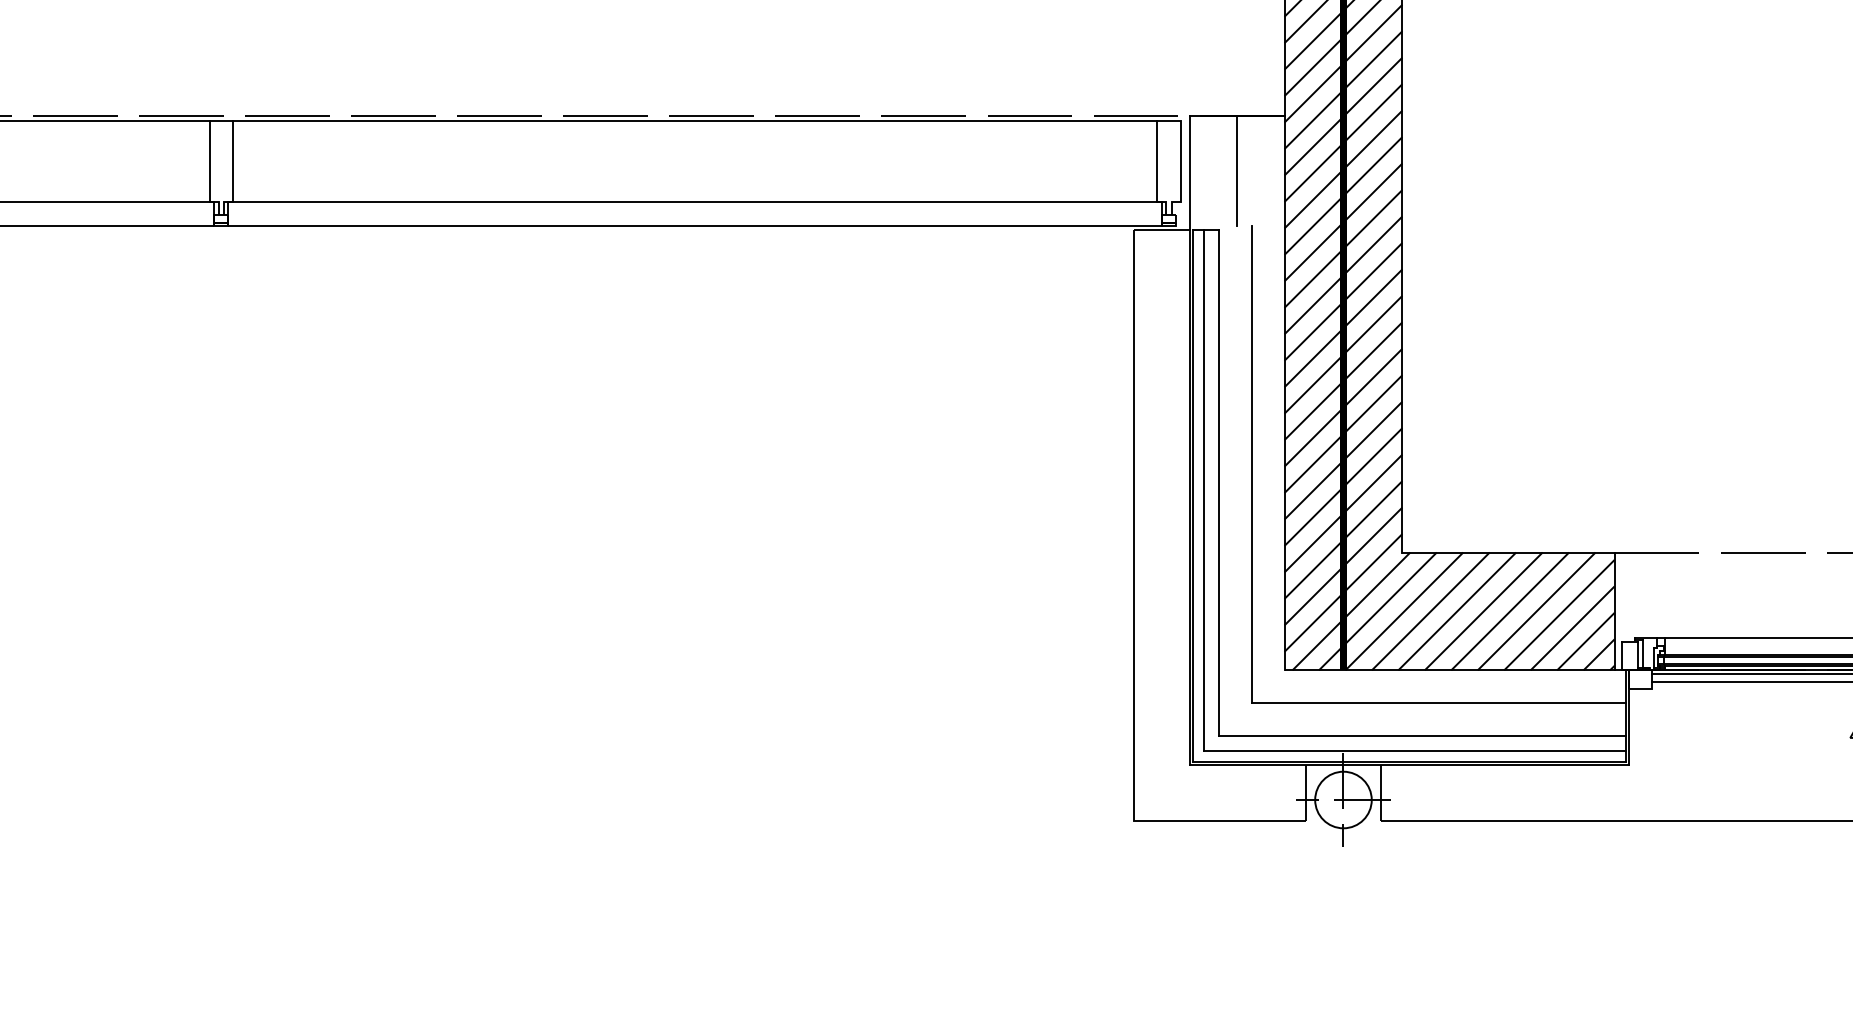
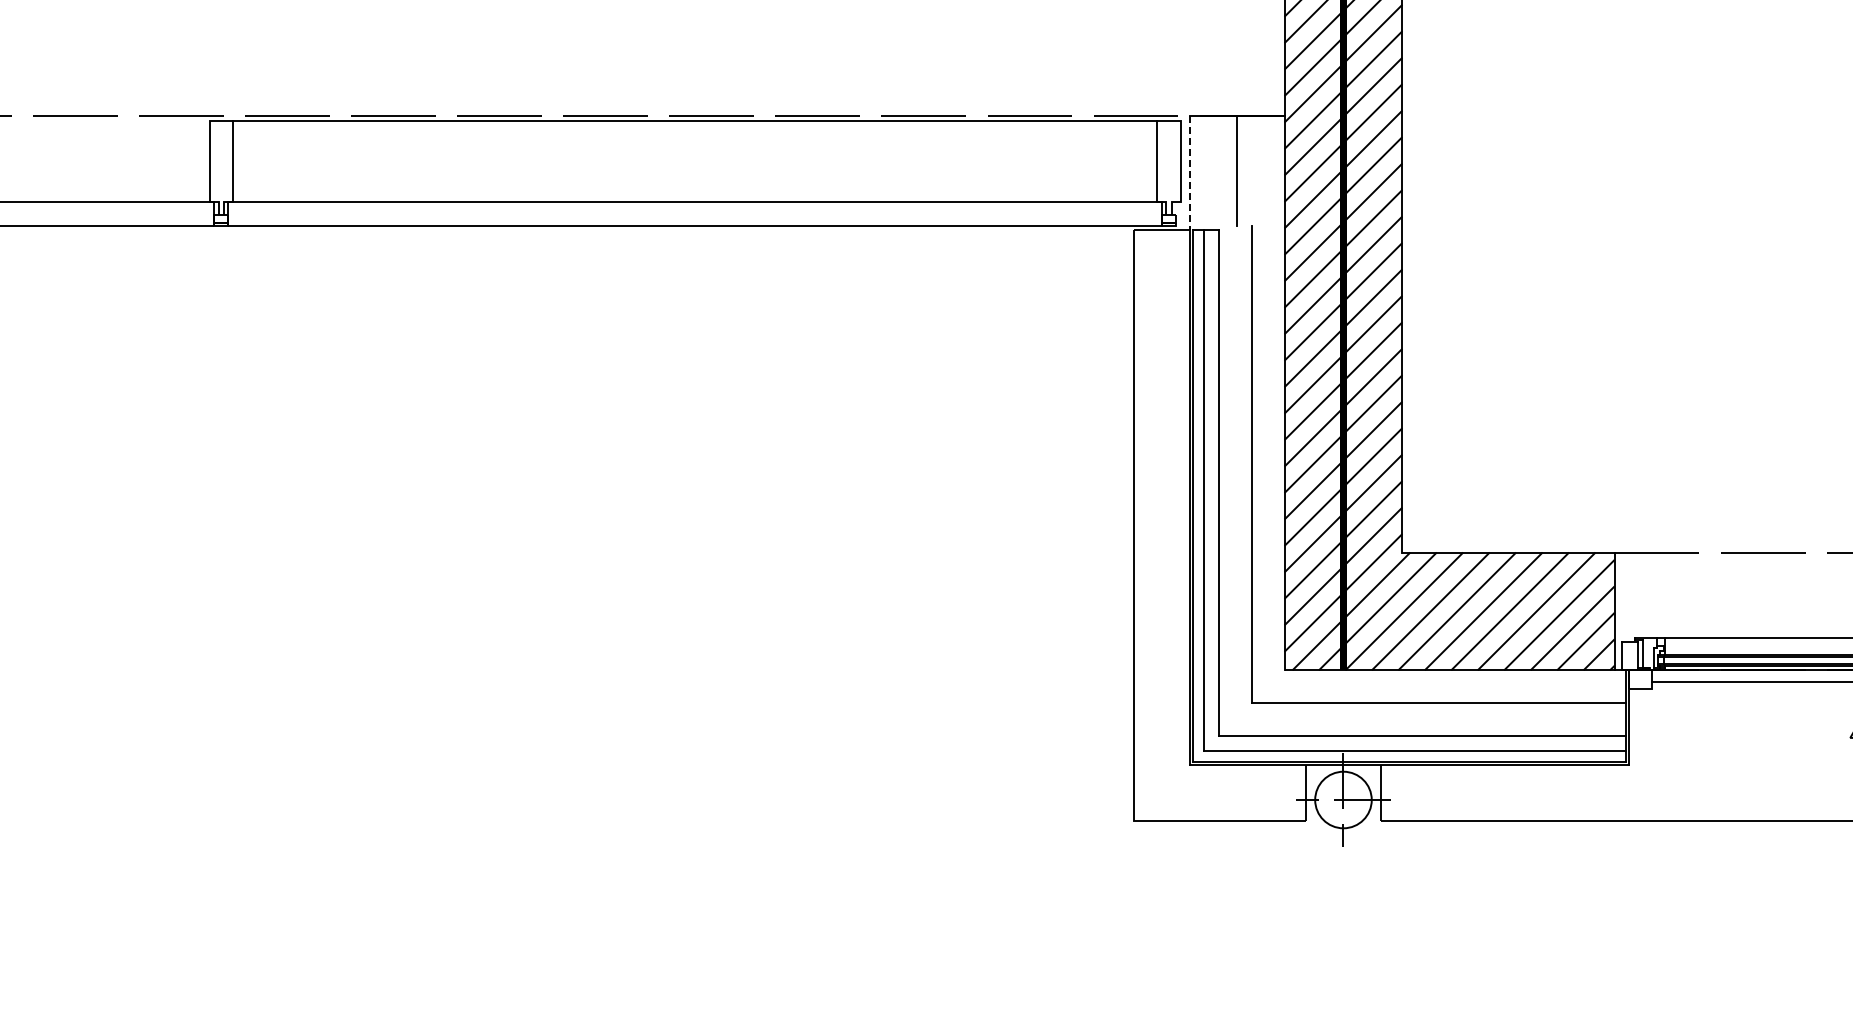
line at (105, 121): present -> none
line at (1190, 173): solid -> dashed
line at (1750, 674): present -> none
